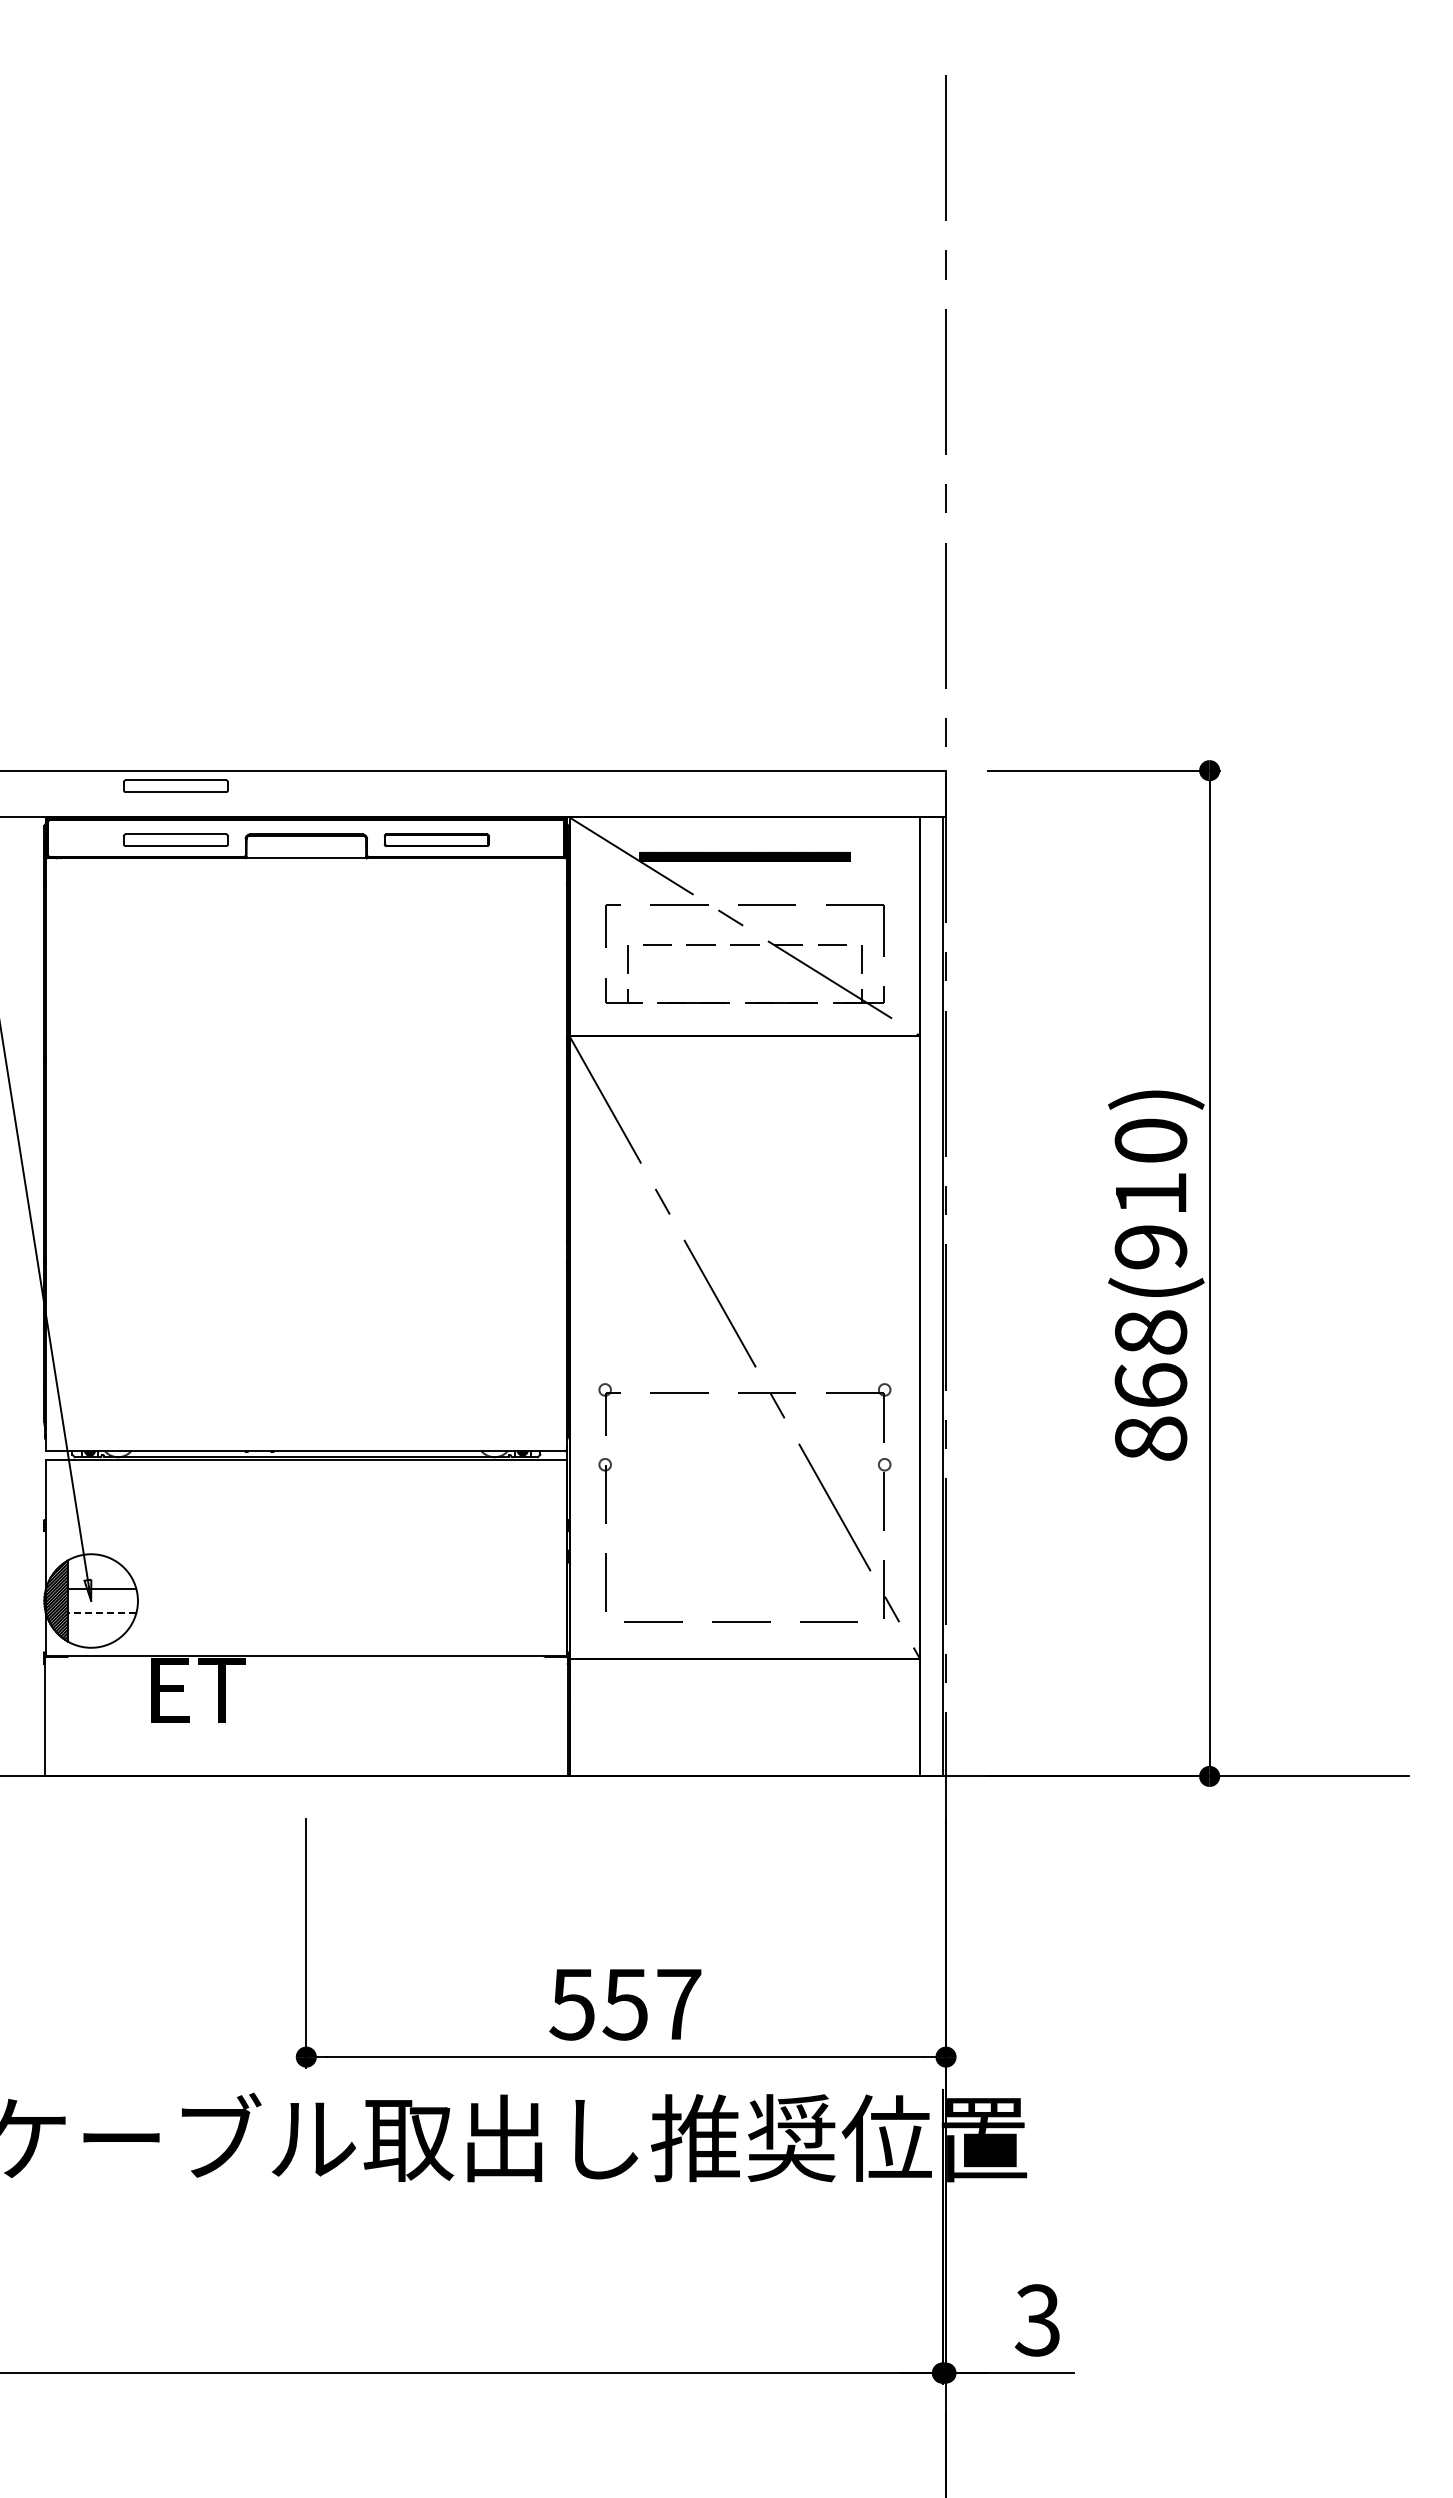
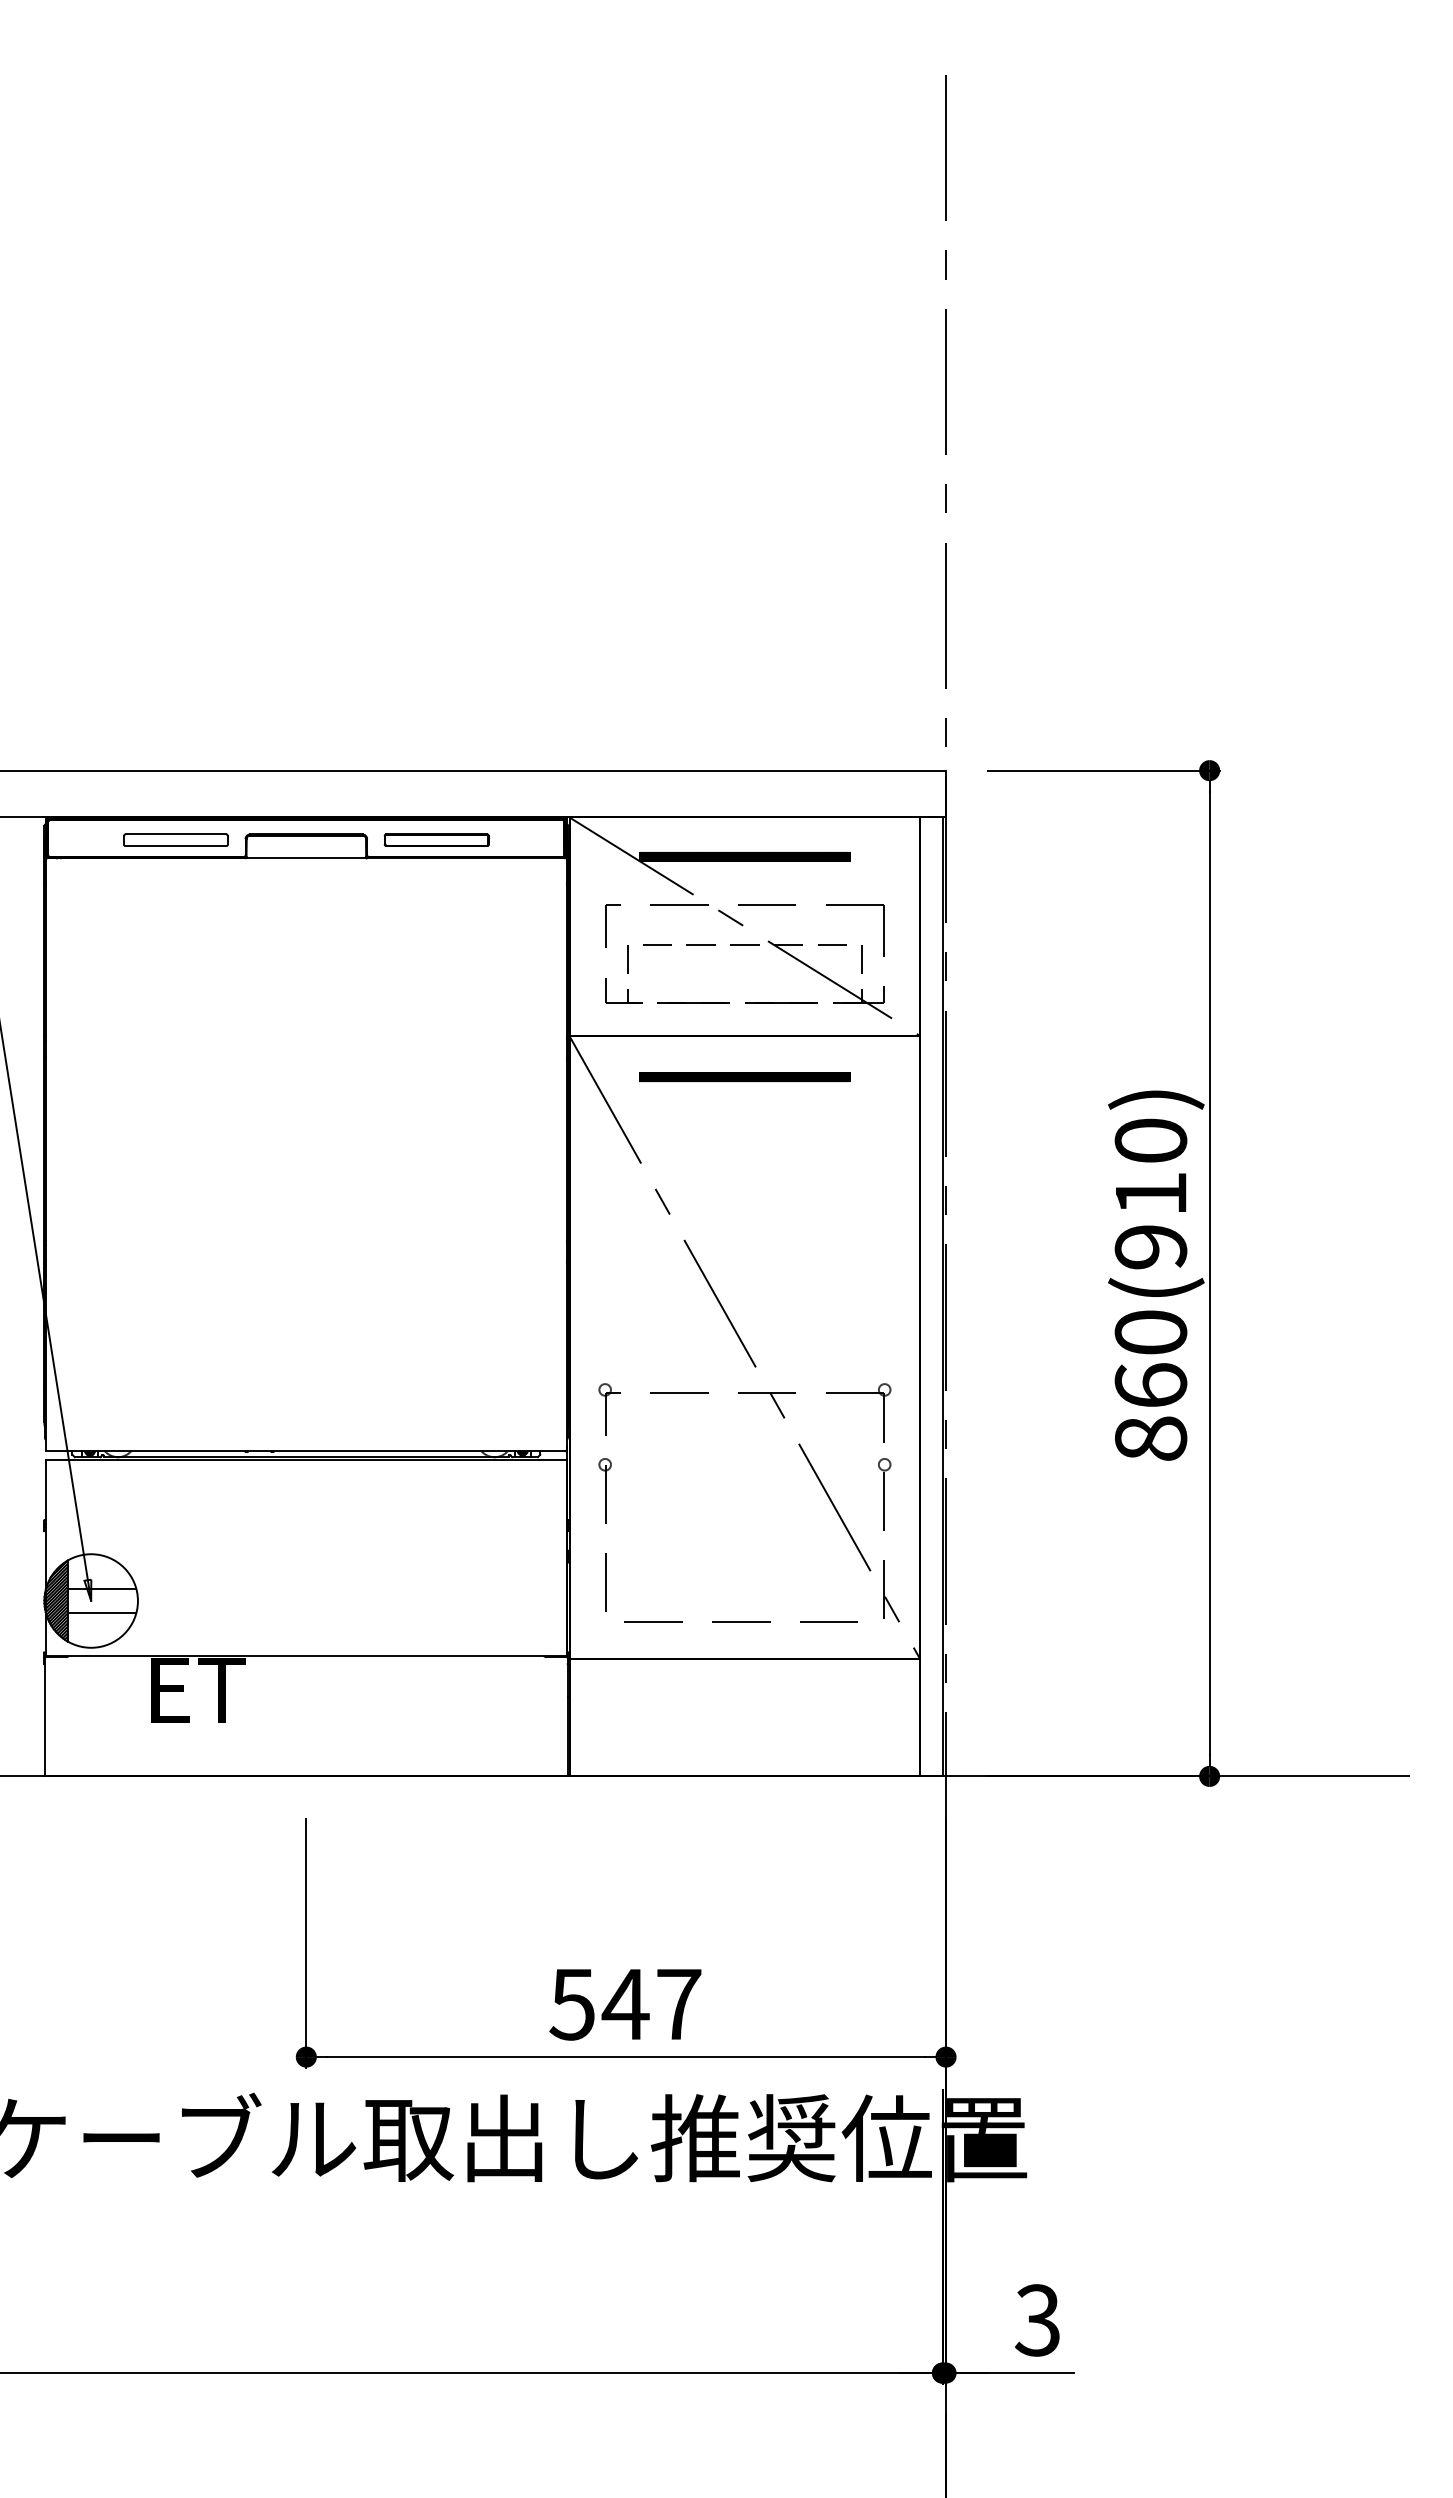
part at (175, 785): present -> none
part at (744, 1077): none -> present
text at (1150, 1332): 868(910) -> 860(910)
line at (101, 1612): dashed -> solid
text at (625, 2004): 557 -> 547
